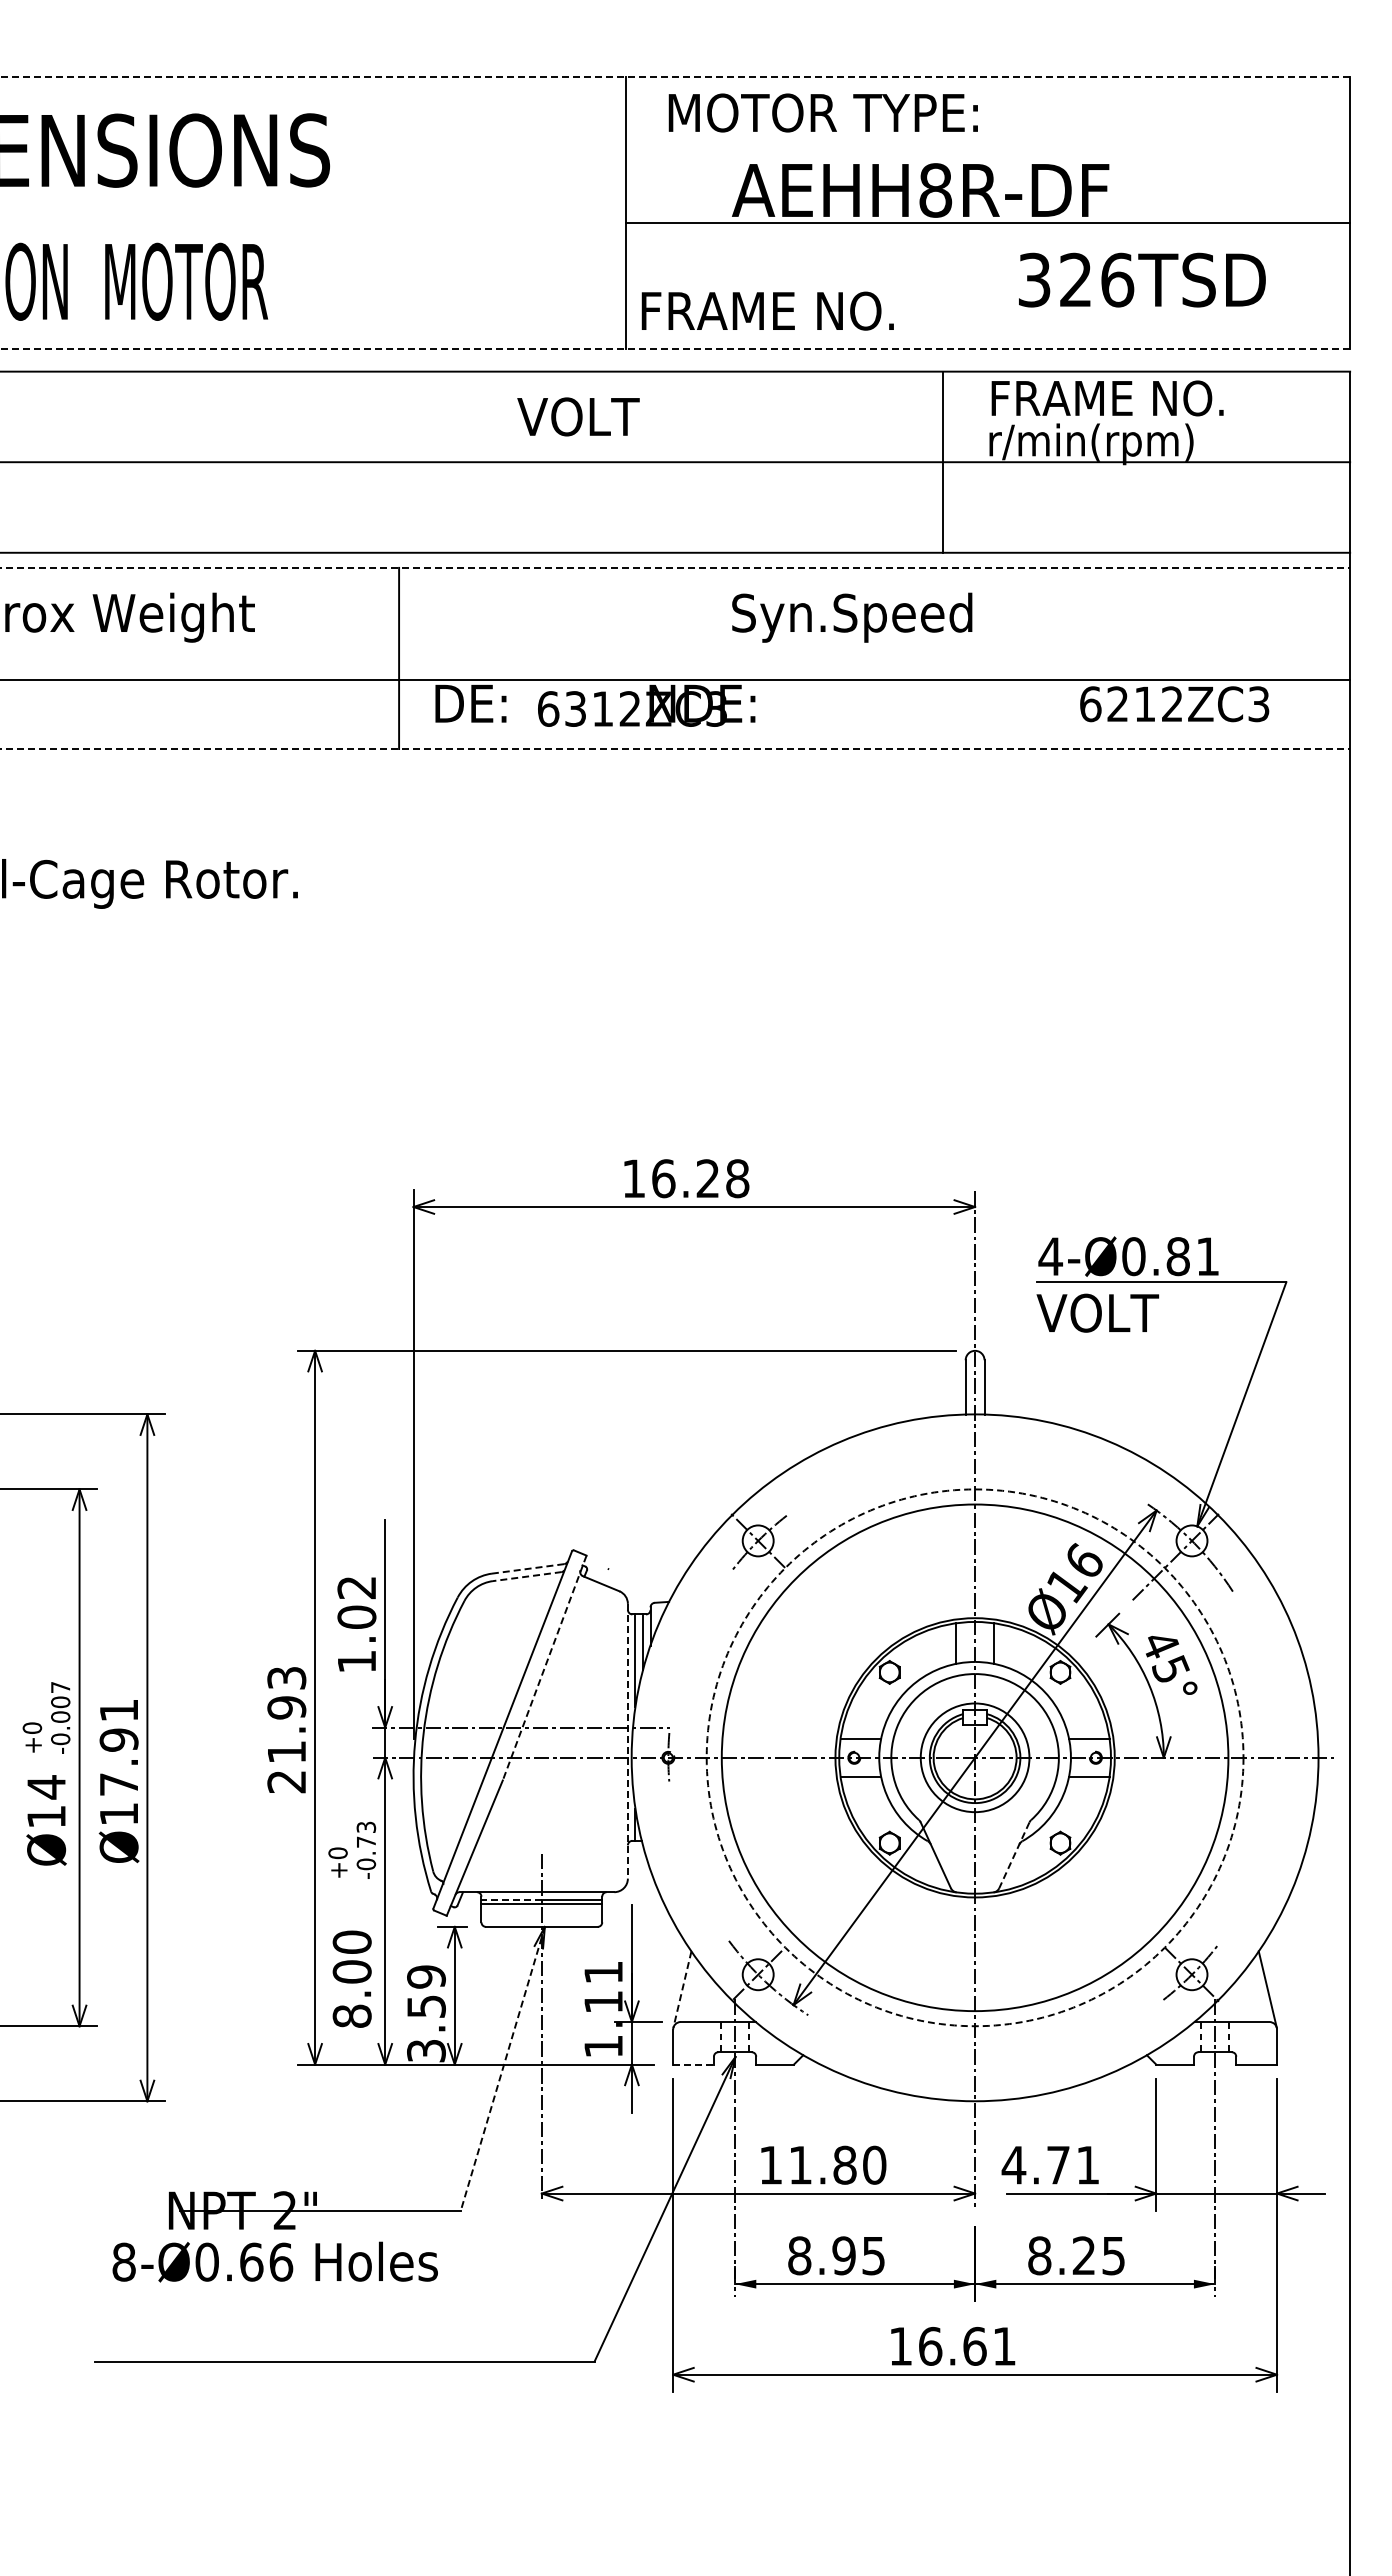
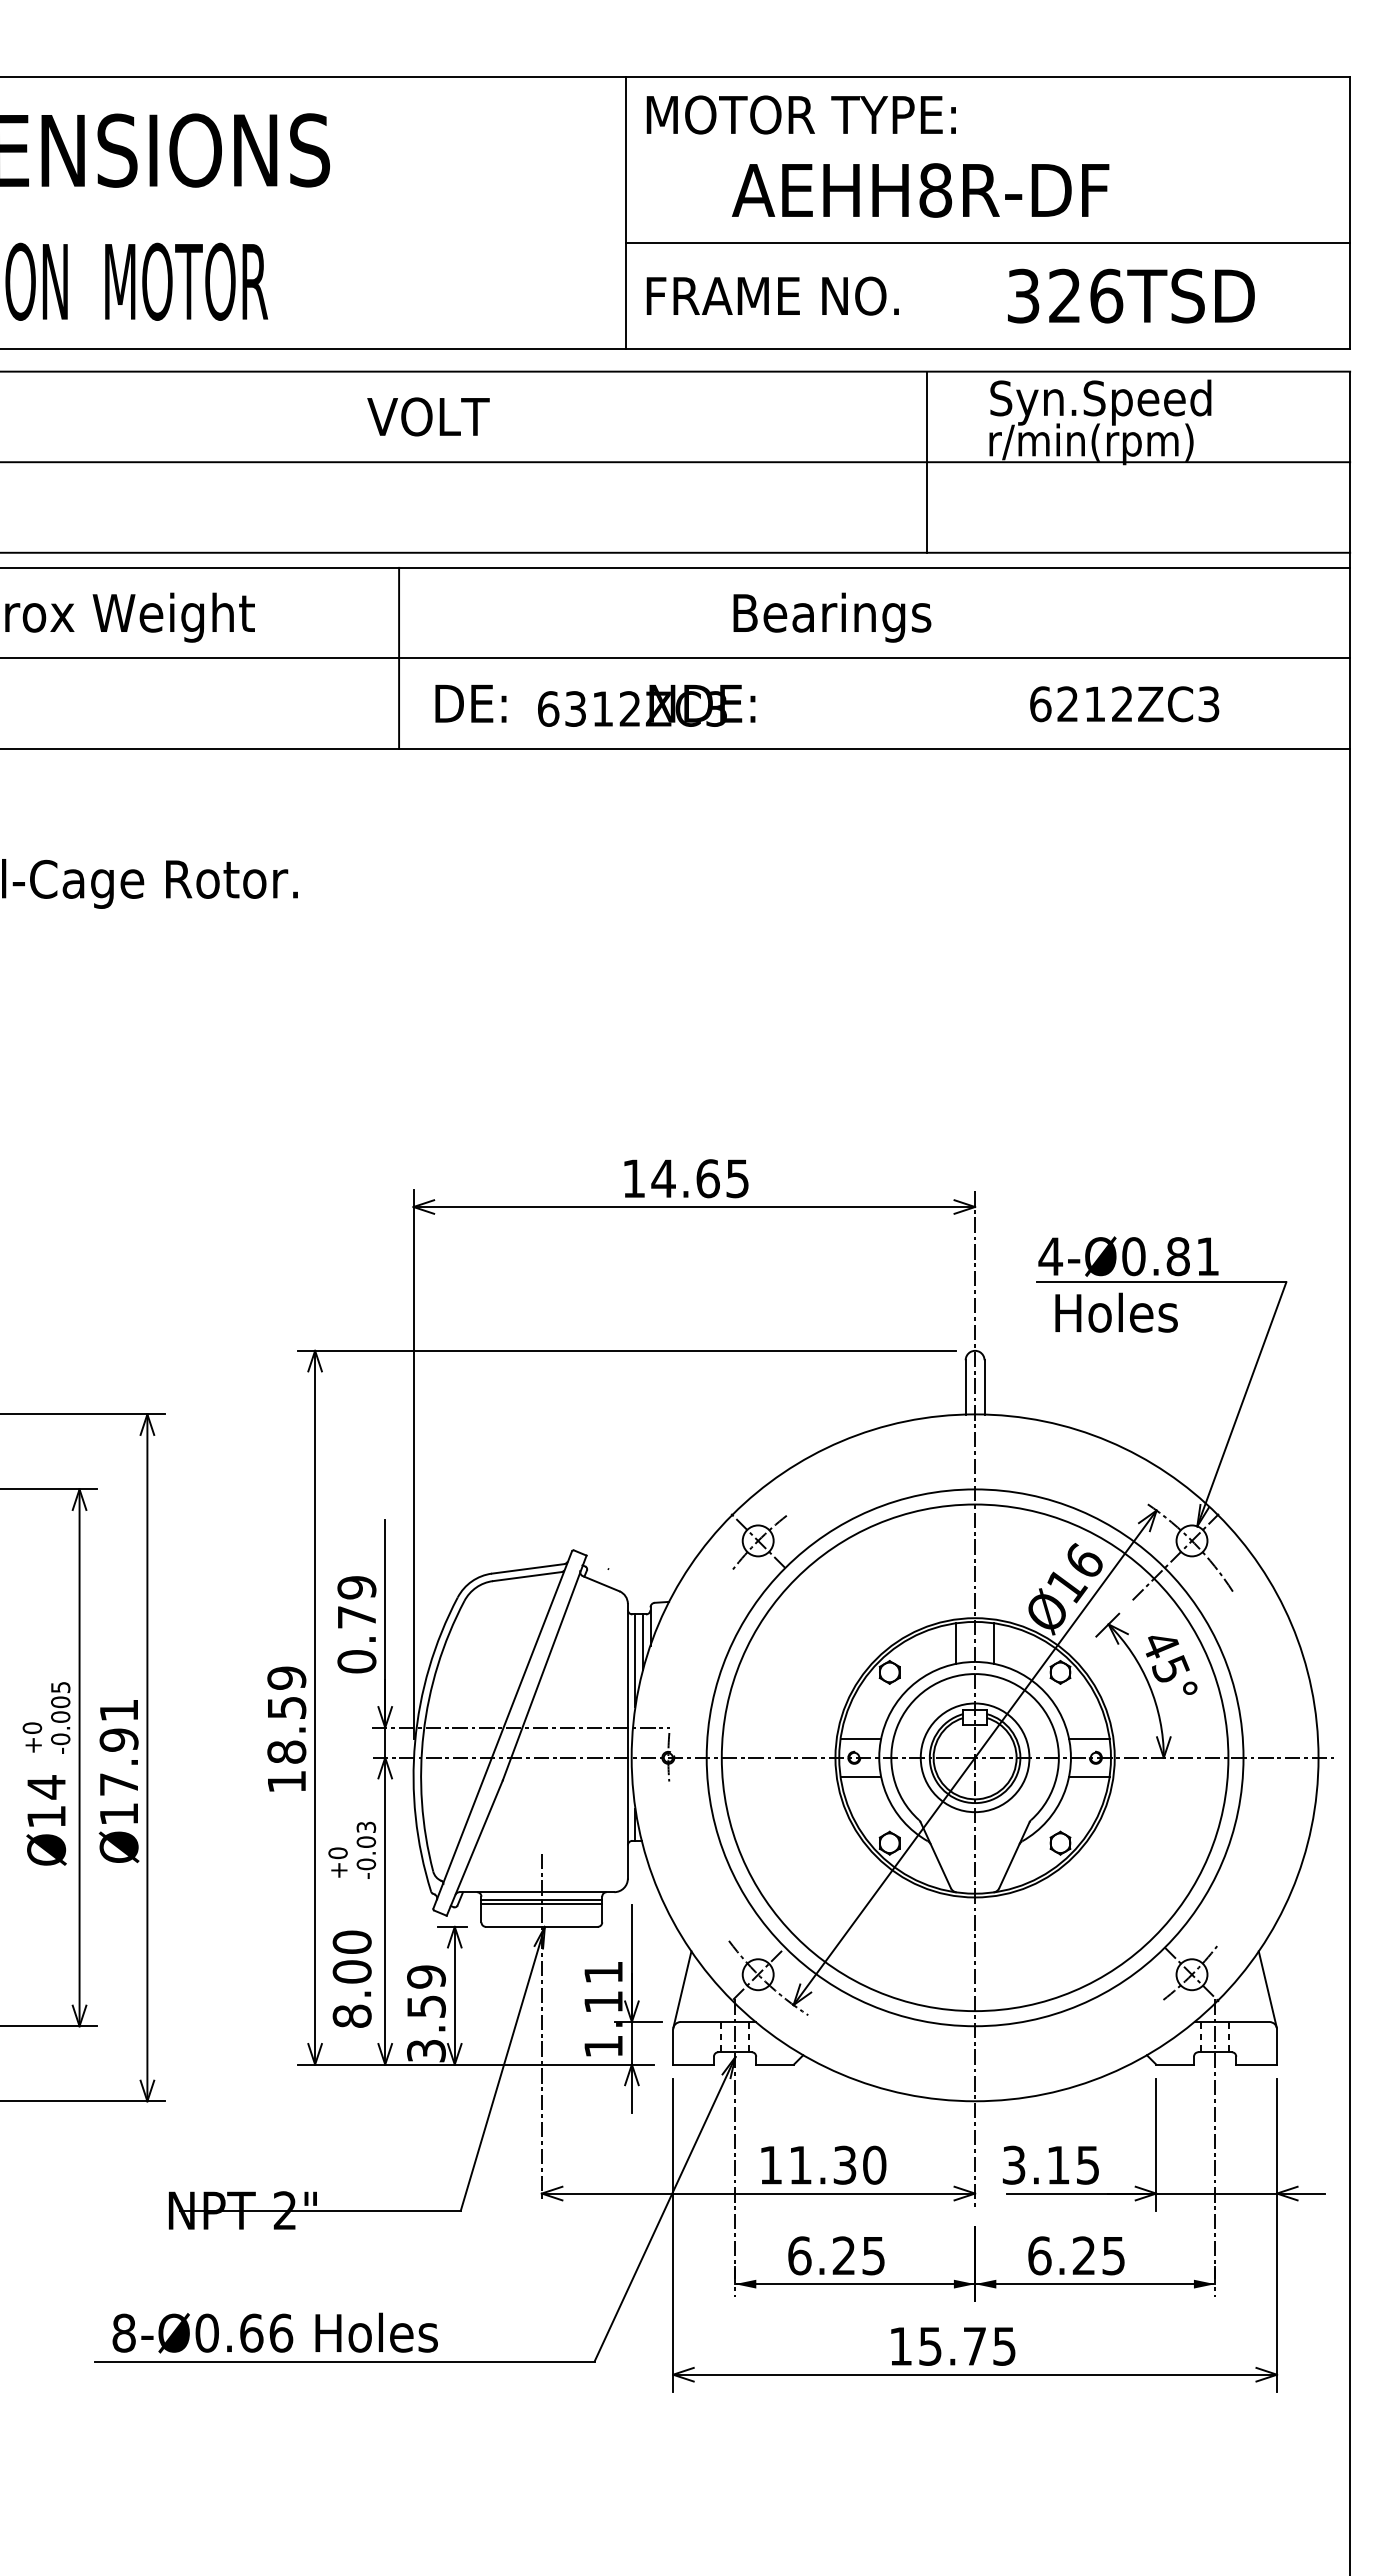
line at (675, 77): dashed -> solid
text at (822, 112) position: (822, 112) -> (800, 114)
line at (987, 223) position: (987, 223) -> (987, 243)
text at (1142, 279) position: (1142, 279) -> (1131, 295)
text at (767, 310) position: (767, 310) -> (772, 295)
line at (675, 349): dashed -> solid
text at (1106, 402): FRAME NO. -> Syn.Speed
text at (578, 416) position: (578, 416) -> (428, 416)
line at (943, 461) position: (943, 461) -> (927, 461)
line at (675, 567): dashed -> solid
text at (852, 617): Syn.Speed -> Bearings
line at (676, 680) position: (676, 680) -> (676, 658)
text at (1174, 704) position: (1174, 704) -> (1124, 704)
line at (675, 749): dashed -> solid
text at (700, 1178): 16.28 -> 14.65
text at (1106, 1312): VOLT -> Holes
line at (527, 1568): dashed -> solid
line at (527, 1576): dashed -> solid
text at (356, 1624): 1.02 -> 0.79
line at (544, 1668): dashed -> solid
text at (60, 1687): -0.007 -> -0.005
text at (286, 1729): 21.93 -> 18.59
line at (627, 1741): dashed -> solid
circle at (974, 1757): dashed -> solid
text at (366, 1841): -0.73 -> -0.03
line at (1014, 1855): dashed -> solid
line at (511, 1899): dashed -> solid
line at (682, 1990): dashed -> solid
line at (694, 2064): dashed -> solid
line at (502, 2068): dashed -> solid
text at (844, 2164): 11.80 -> 11.30
text at (1049, 2164): 4.71 -> 3.15
text at (821, 2255): 8.95 -> 6.25
text at (1039, 2255): 8.25 -> 6.25
text at (274, 2261) position: (274, 2261) -> (274, 2332)
text at (967, 2345): 16.61 -> 15.75
